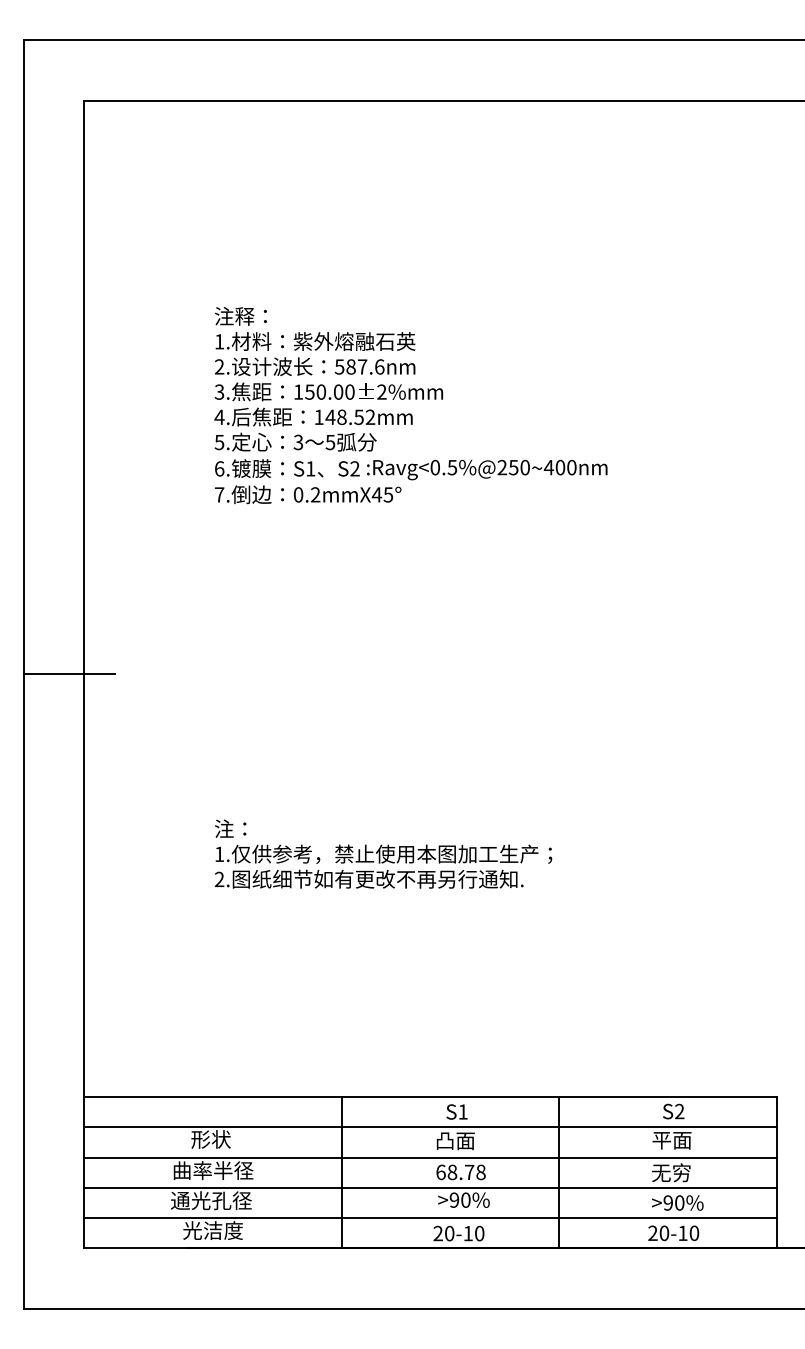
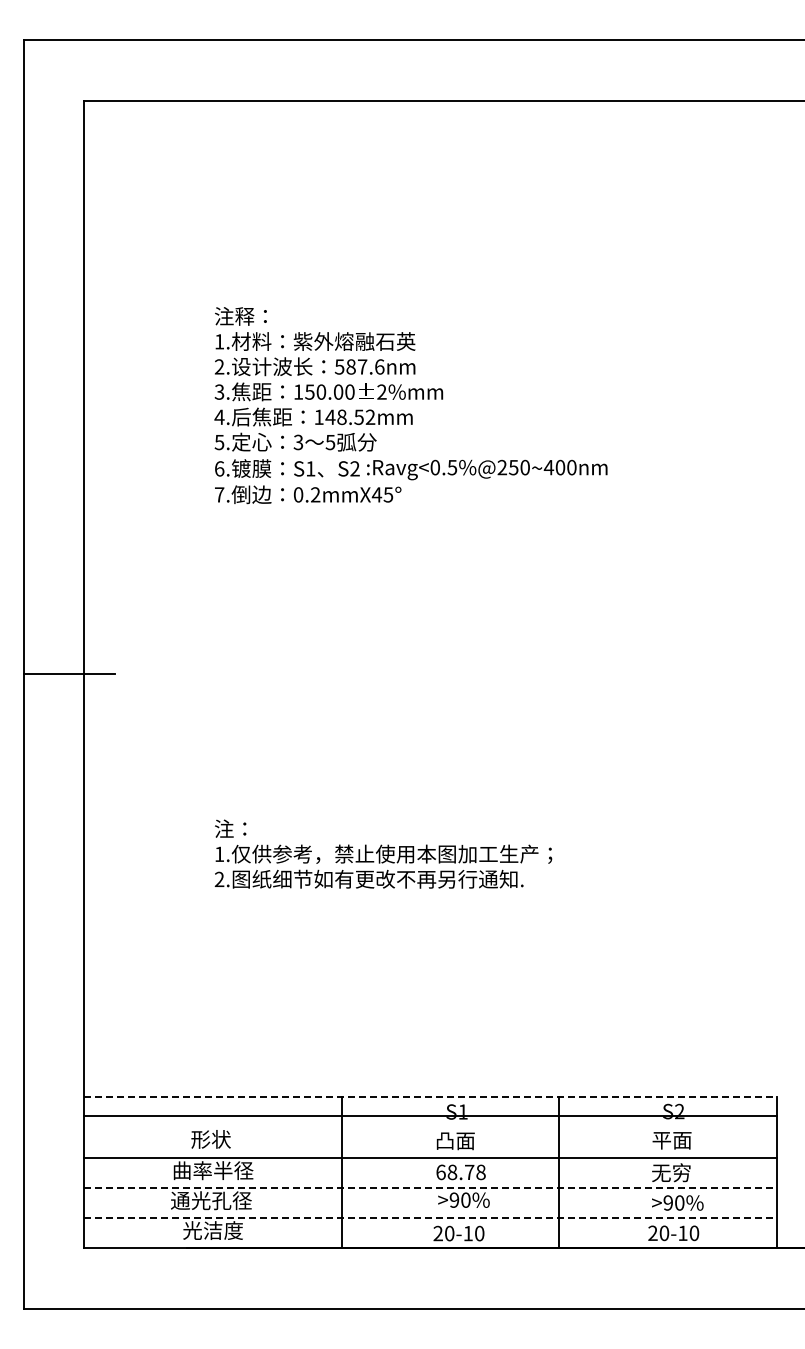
line at (430, 1097): solid -> dashed
line at (430, 1127) position: (430, 1127) -> (430, 1116)
line at (430, 1187): solid -> dashed
line at (430, 1217): solid -> dashed
